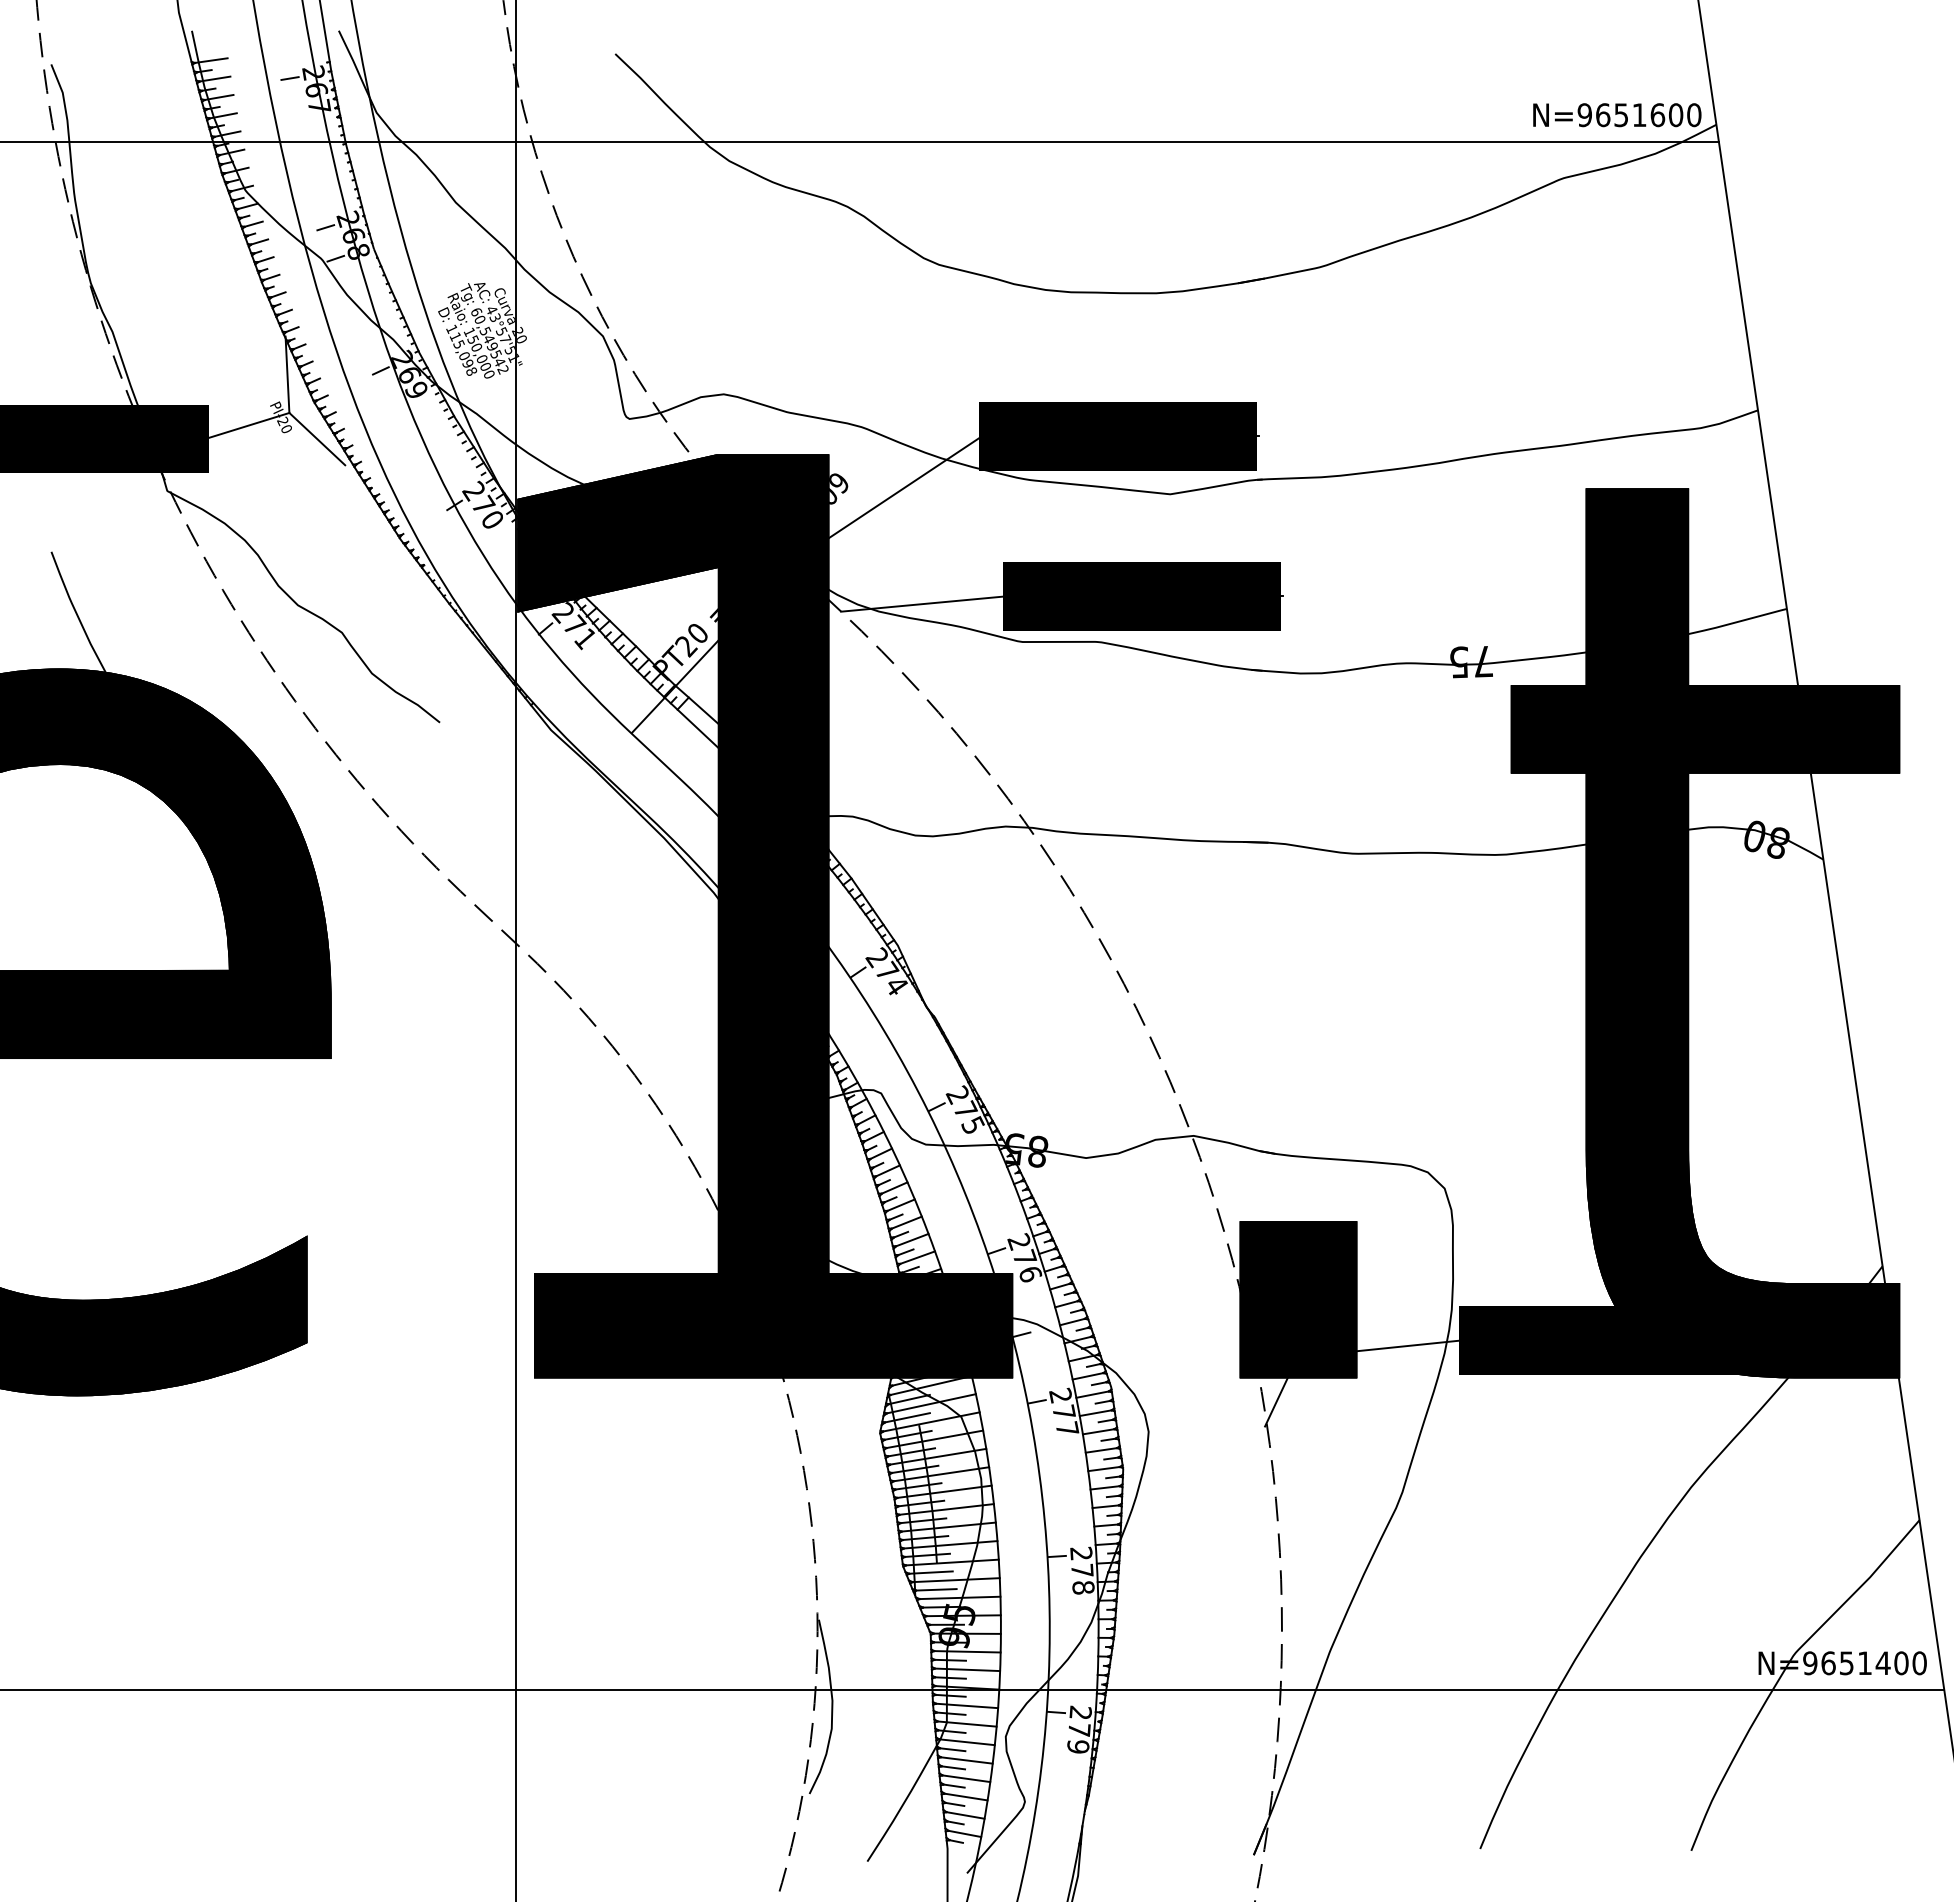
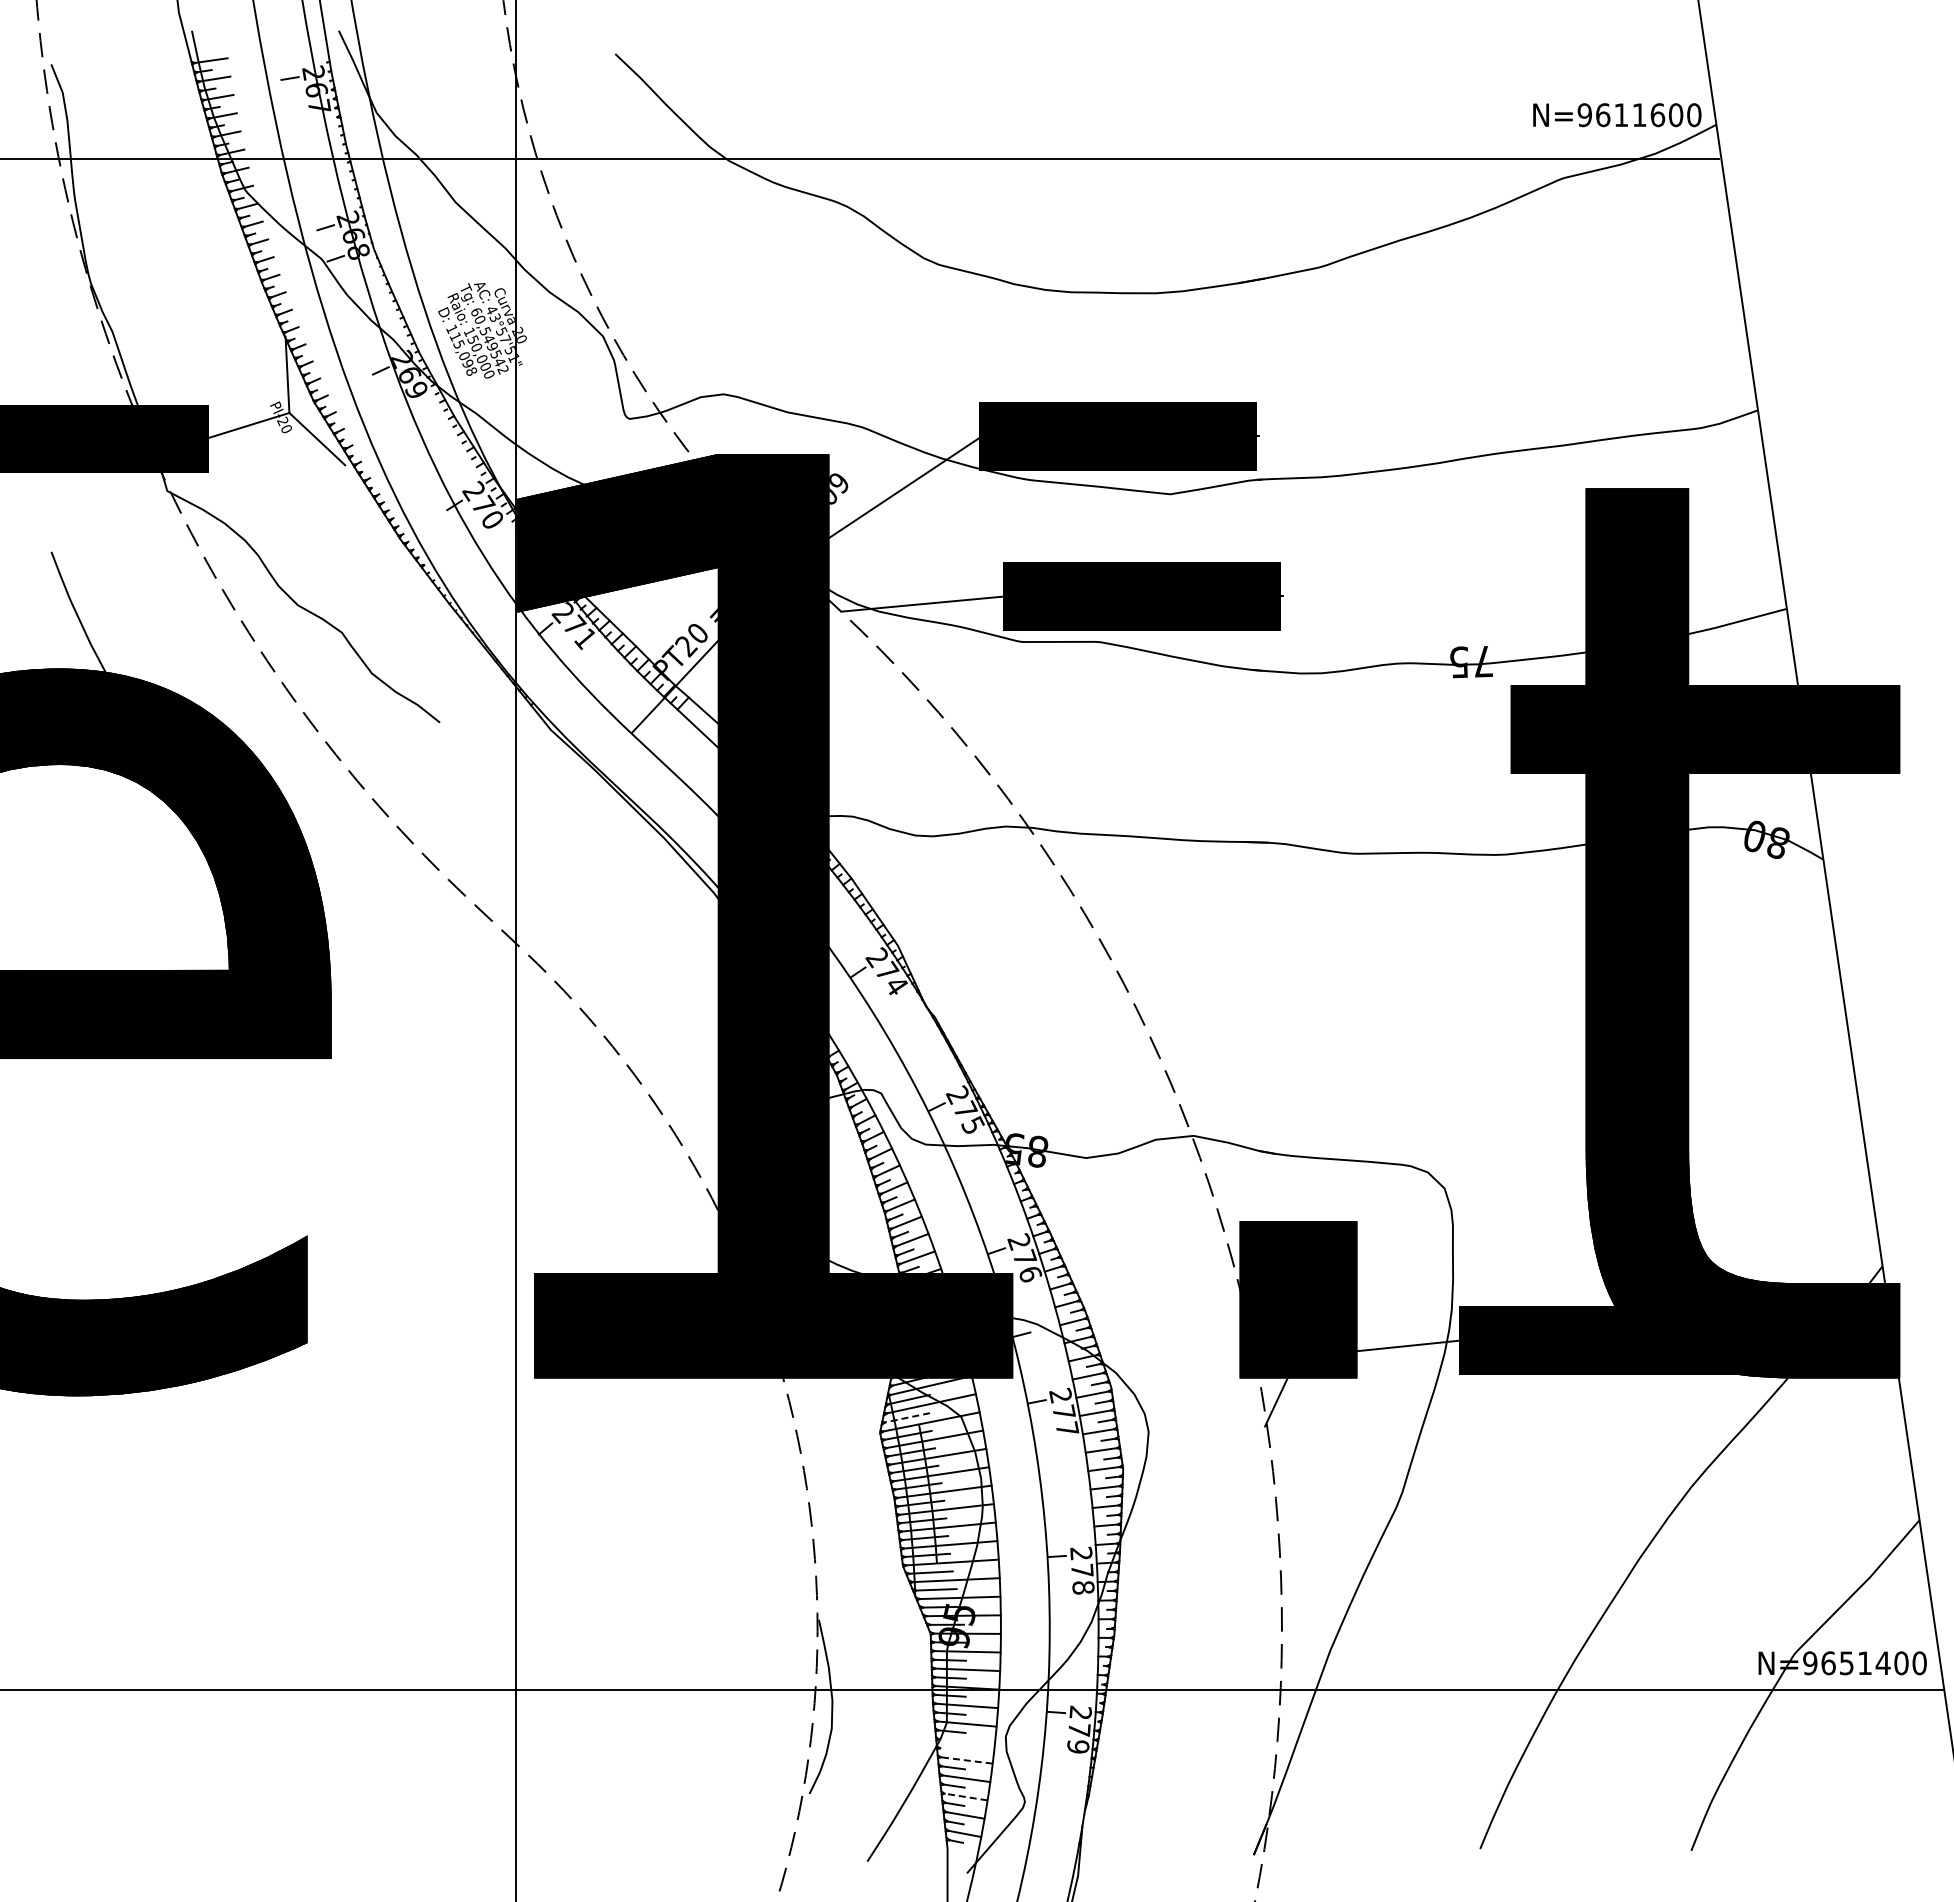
text at (1620, 115): N=9651600 -> N=9611600
line at (860, 142) position: (860, 142) -> (860, 159)
line at (907, 1417): solid -> dashed
line at (966, 1742): present -> none
line at (952, 1749): present -> none
line at (966, 1760): solid -> dashed
line at (966, 1797): solid -> dashed
